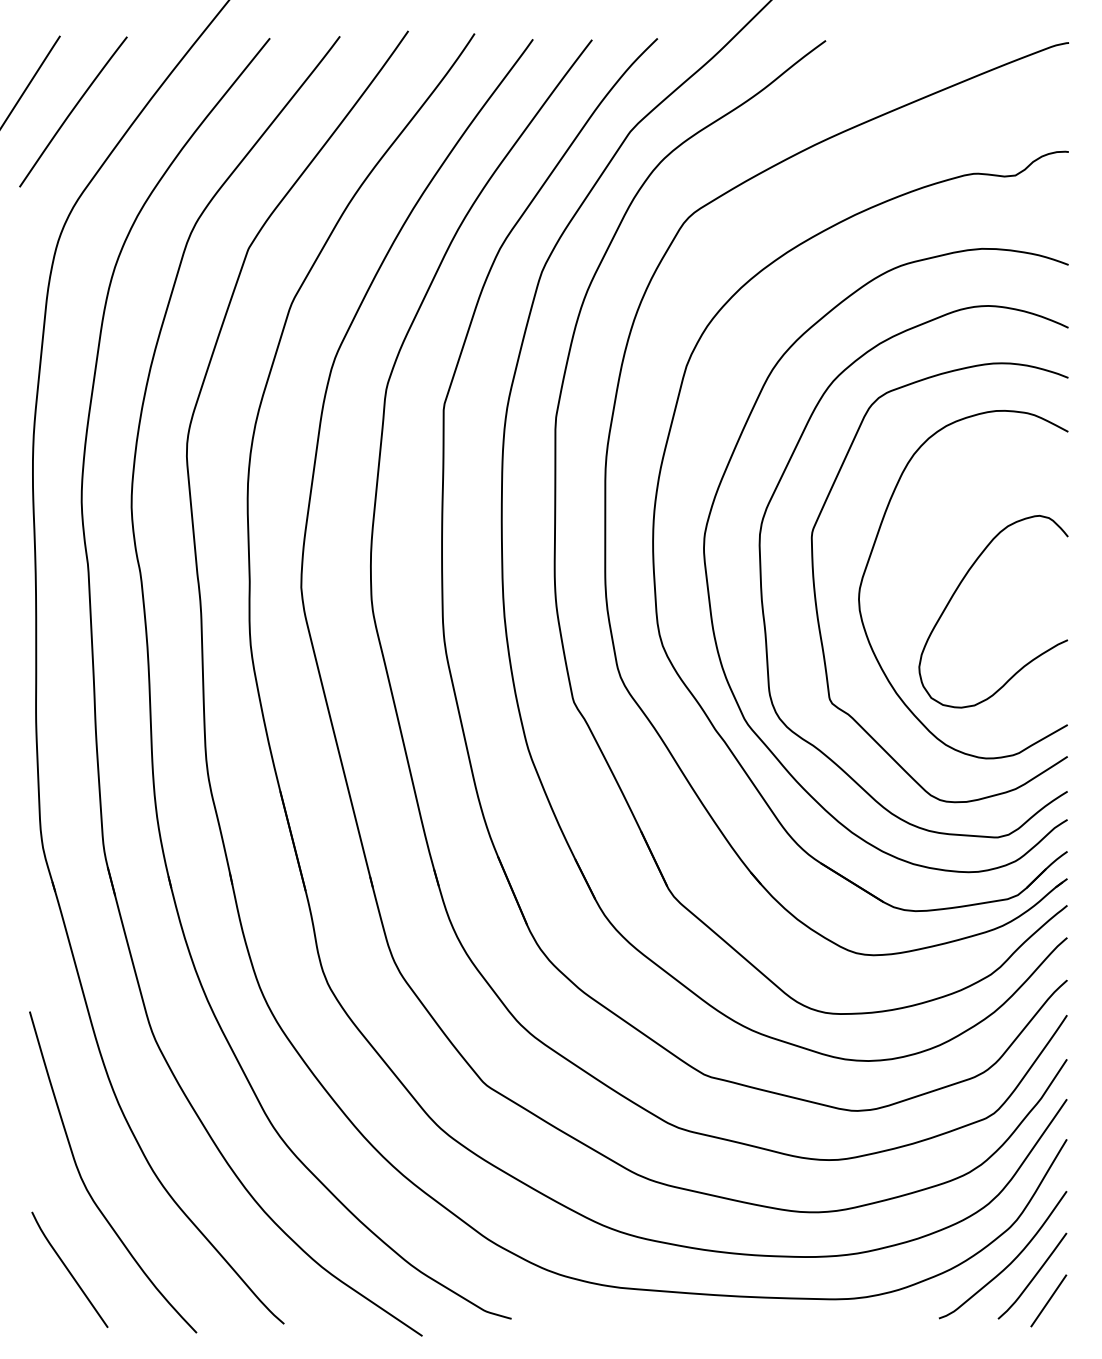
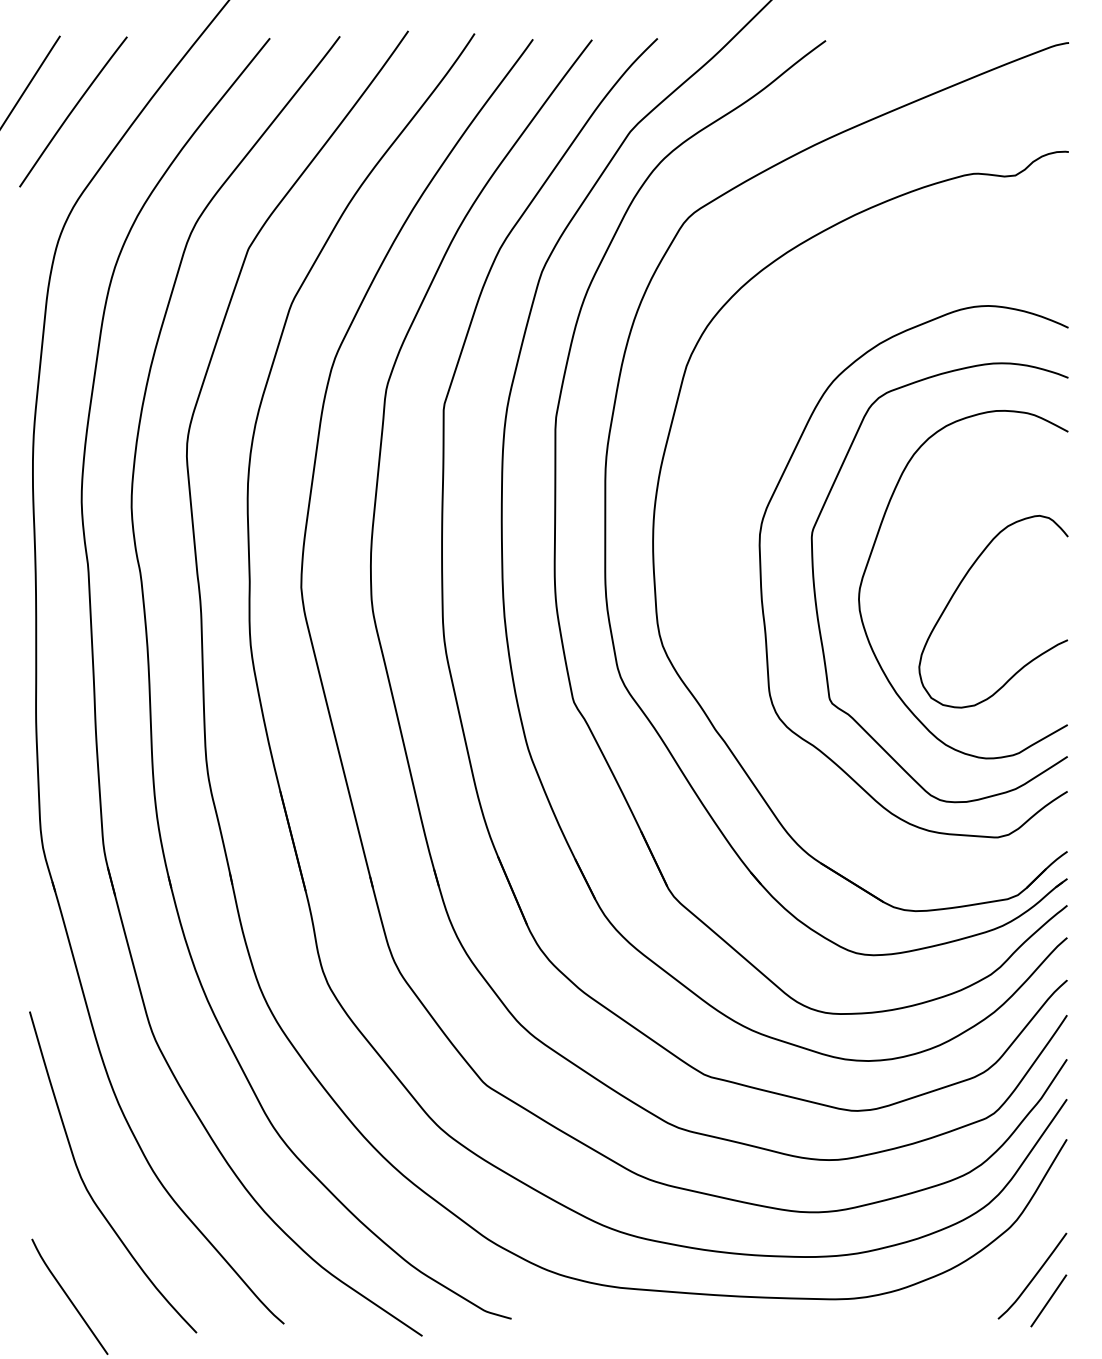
curve at (708, 582): present -> none
curve at (1010, 1262): present -> none
curve at (68, 1269) position: (68, 1269) -> (68, 1296)
